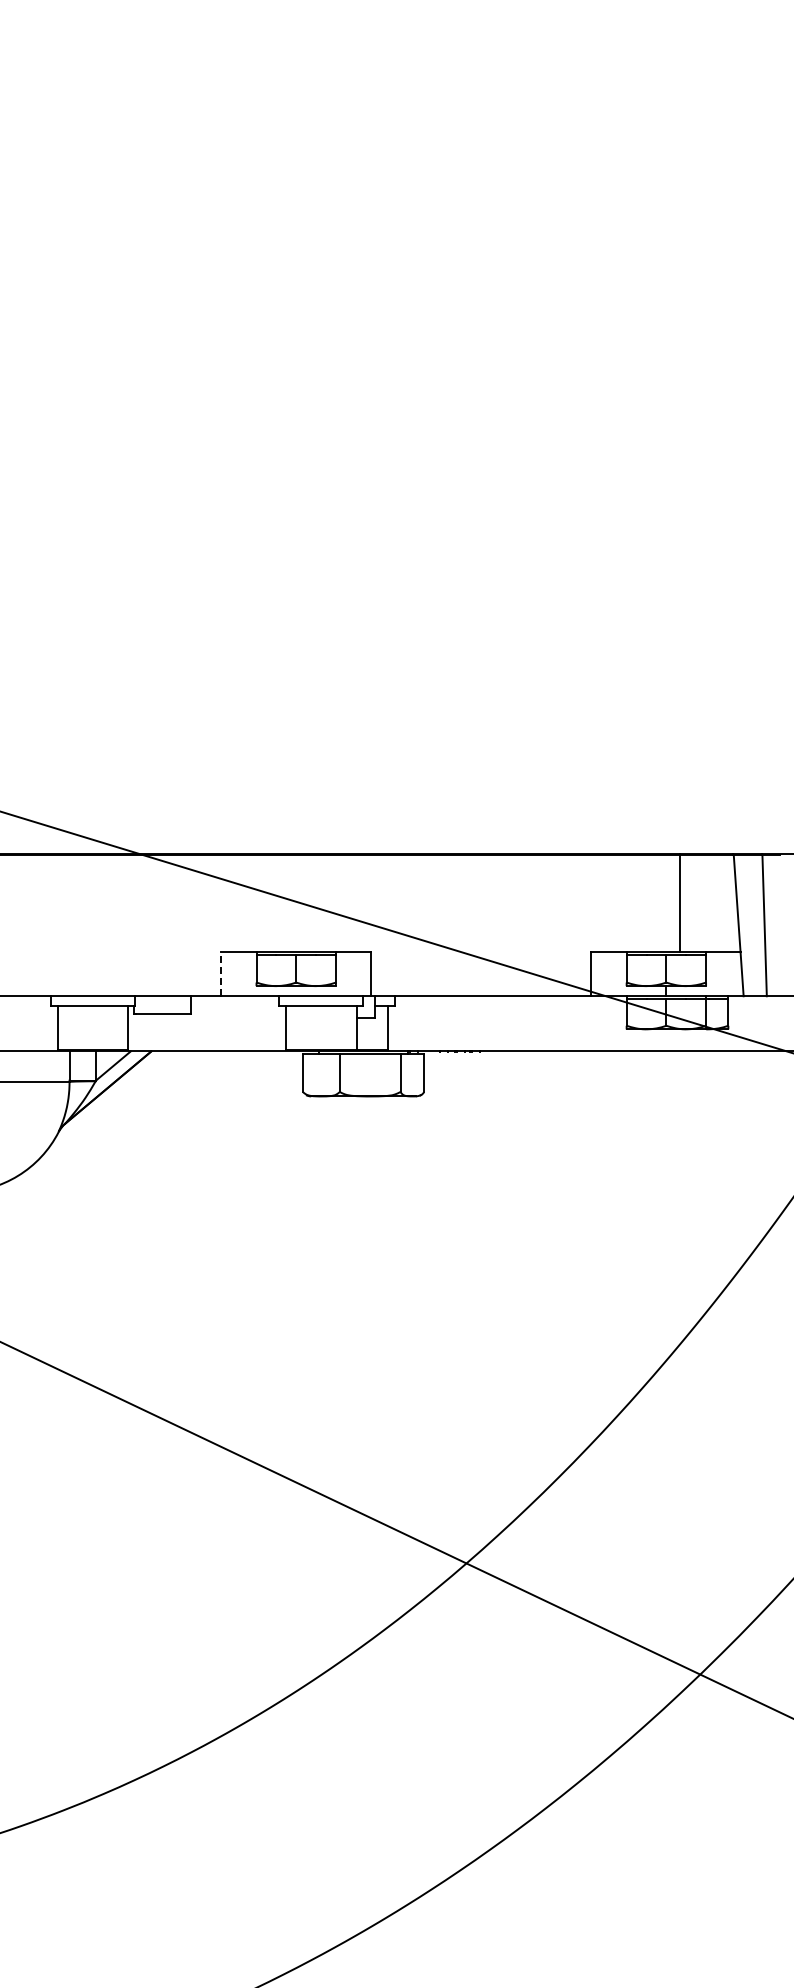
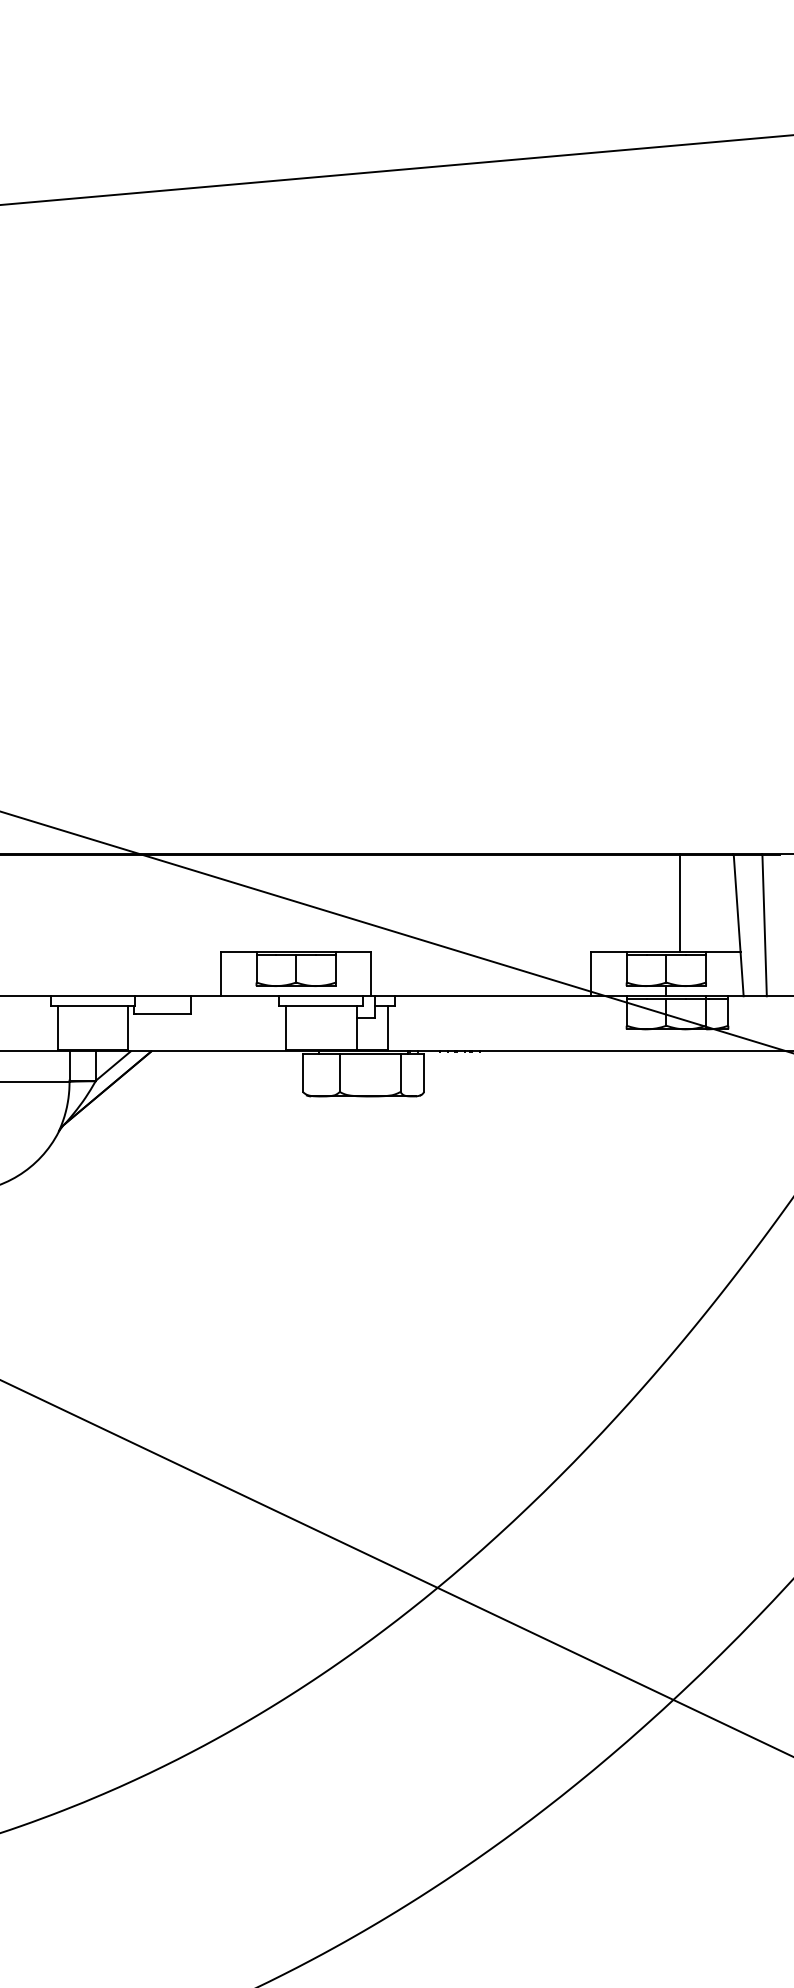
line at (396, 169): none -> present
line at (221, 973): dashed -> solid
line at (396, 1529) position: (396, 1529) -> (396, 1568)
